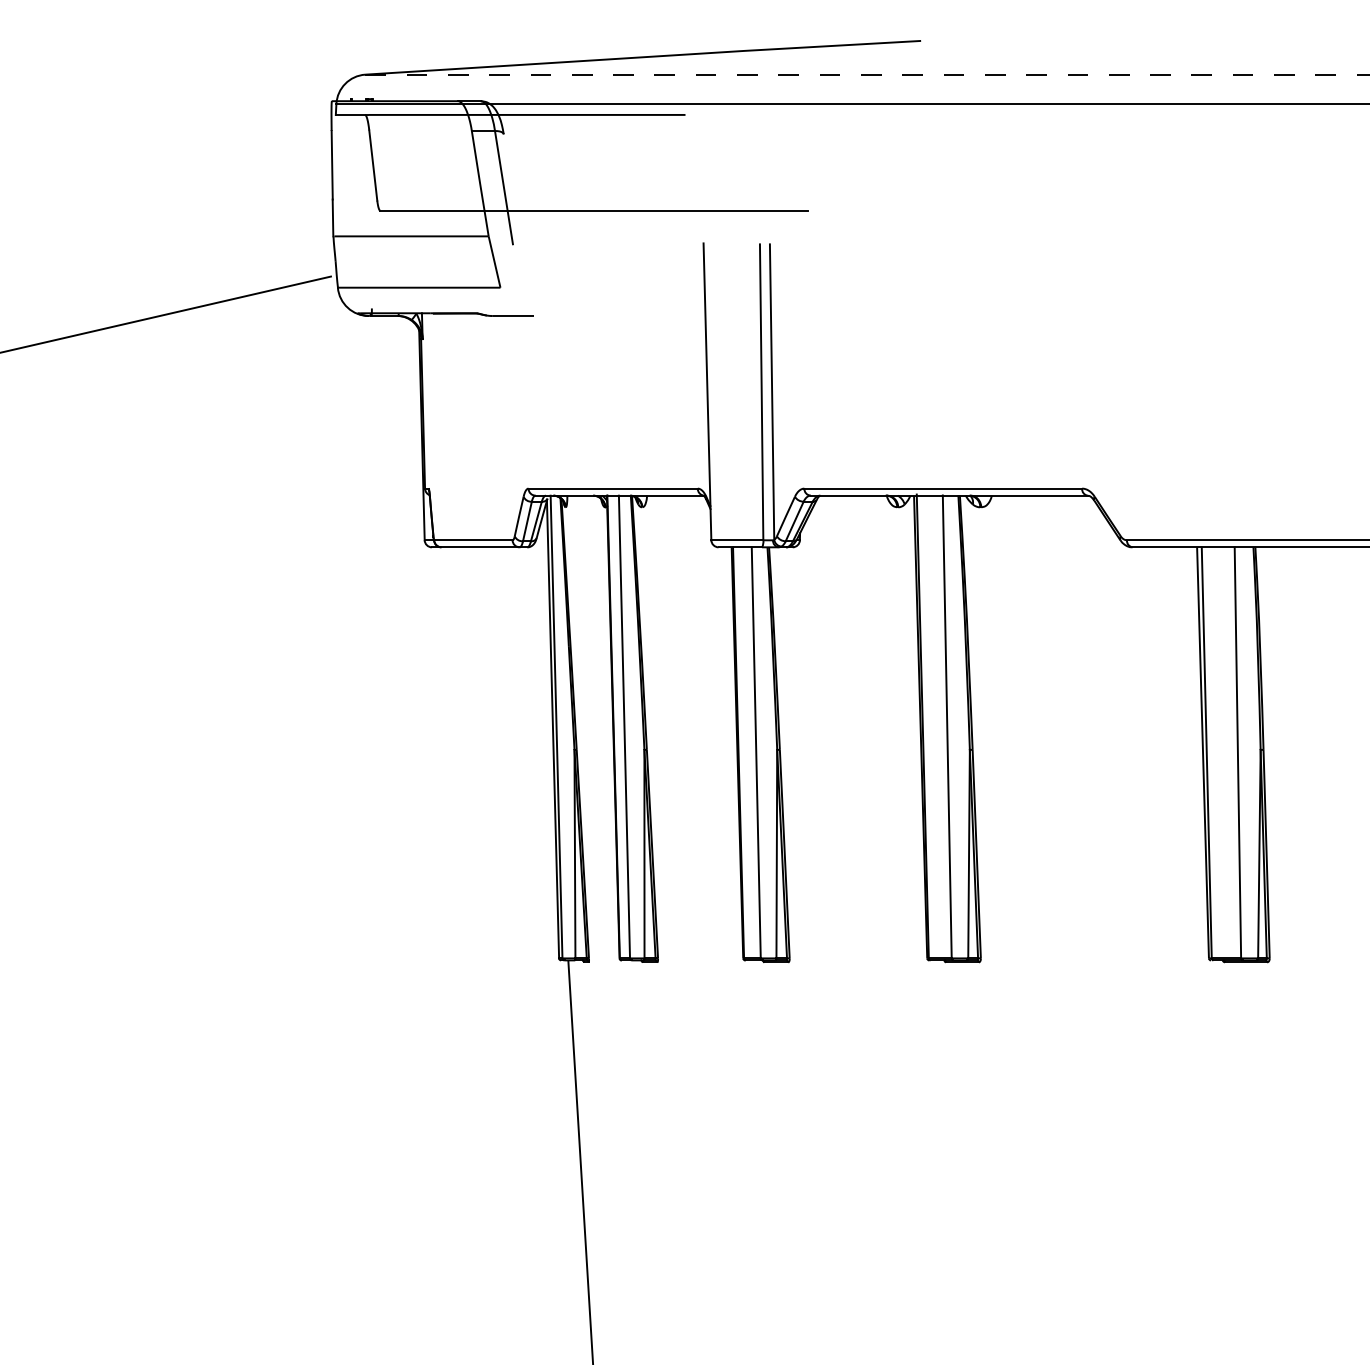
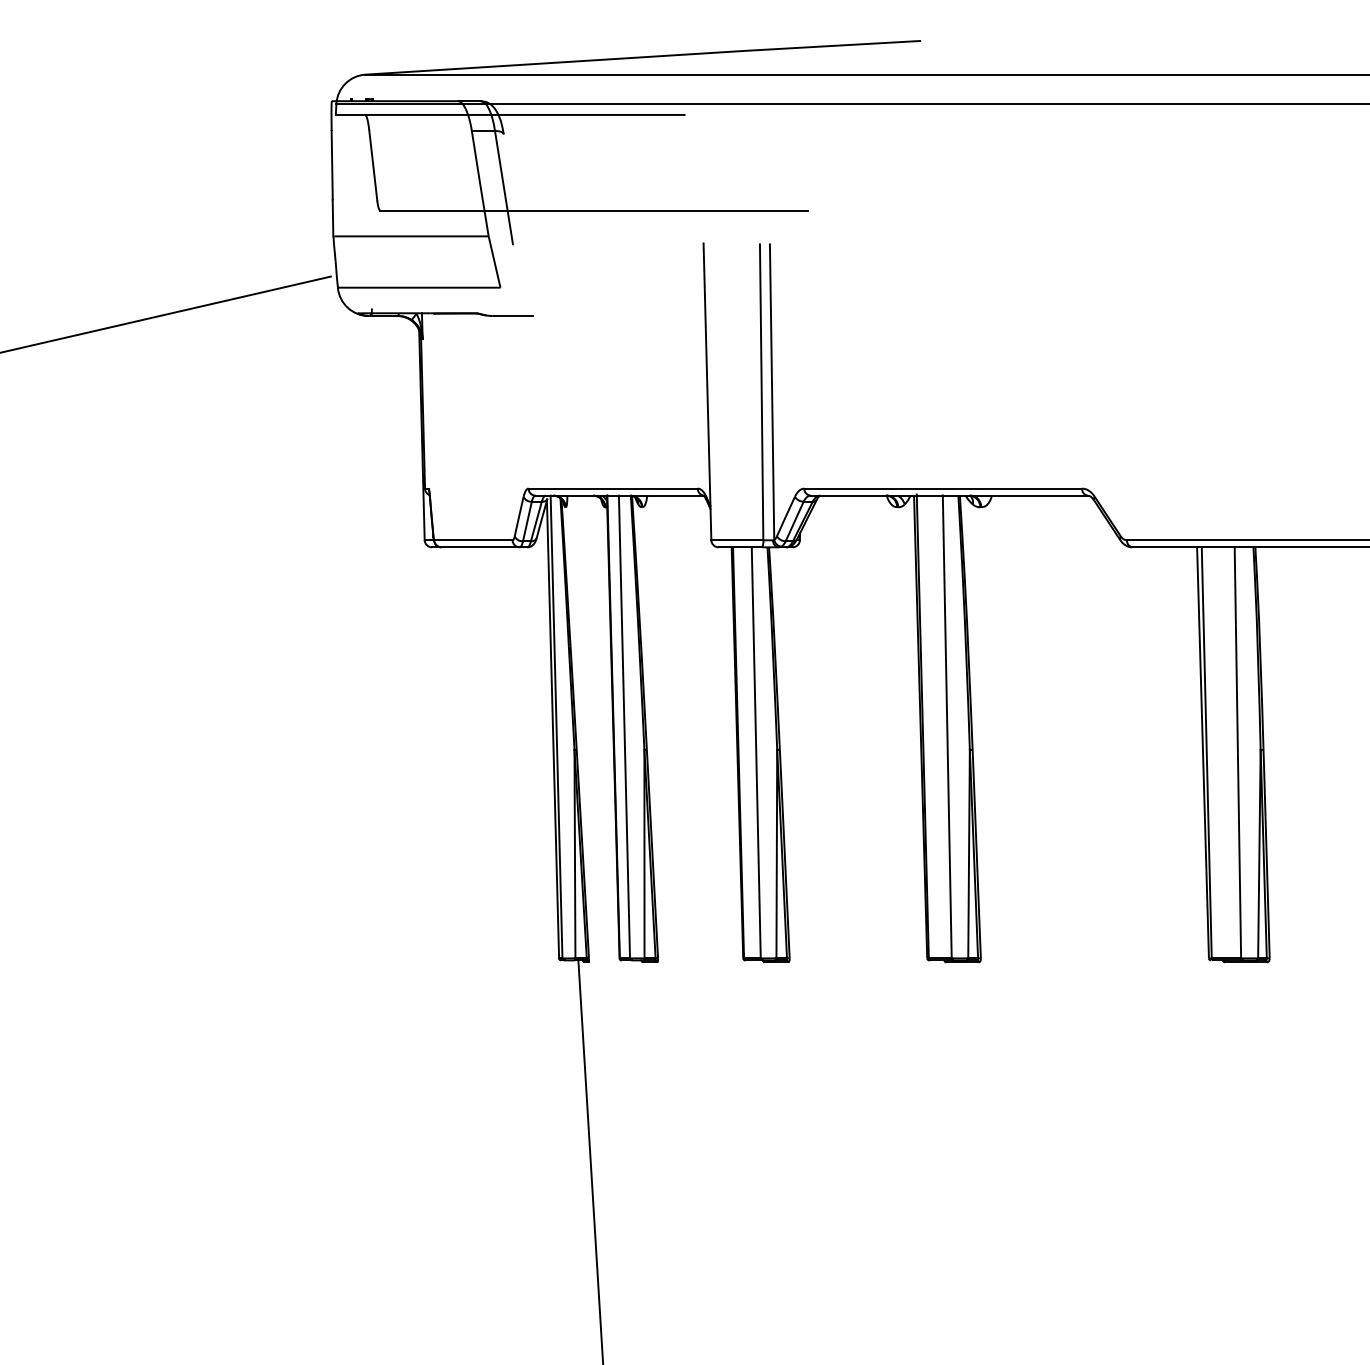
line at (867, 74): dashed -> solid
line at (580, 1161) position: (580, 1161) -> (590, 1160)
